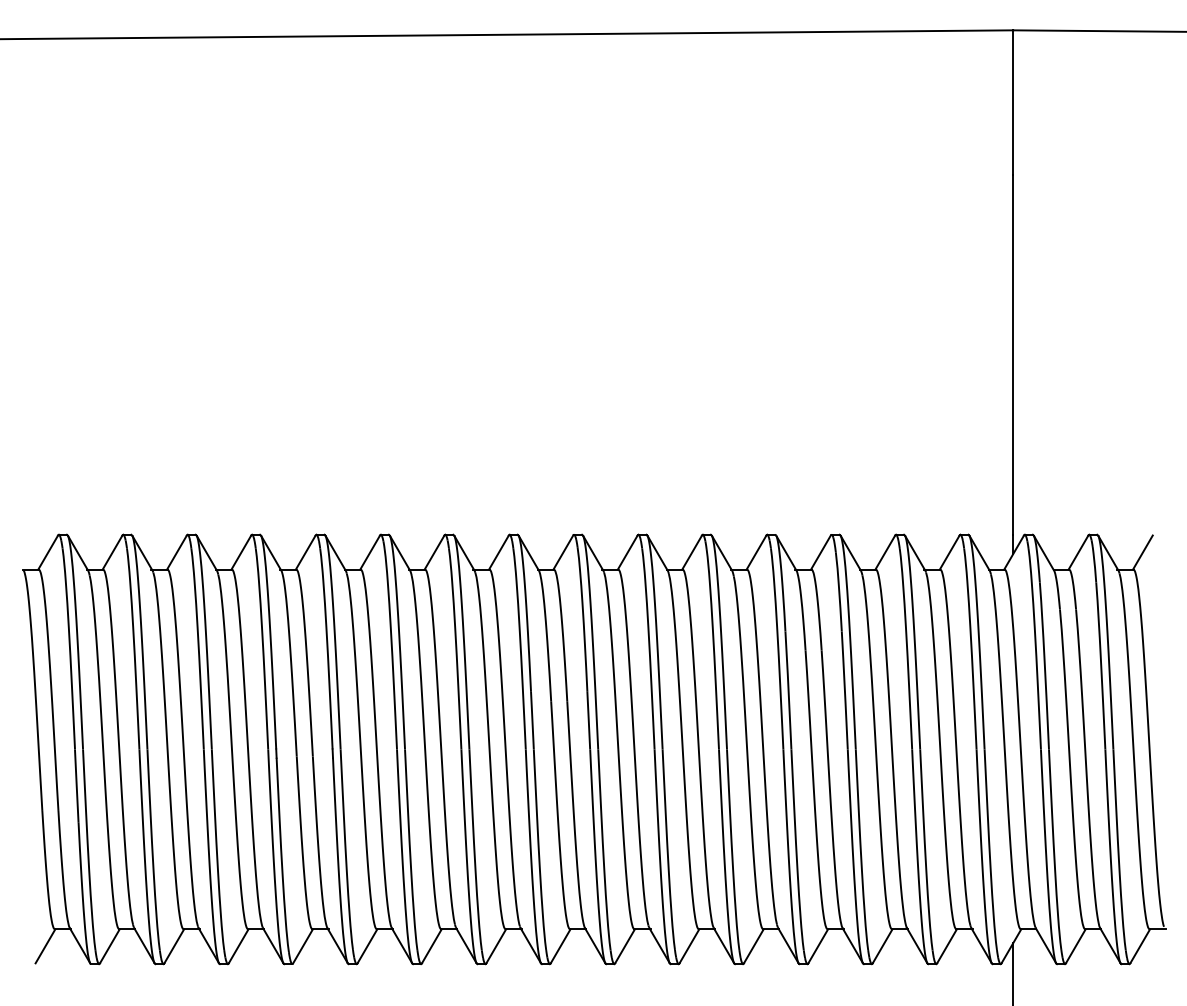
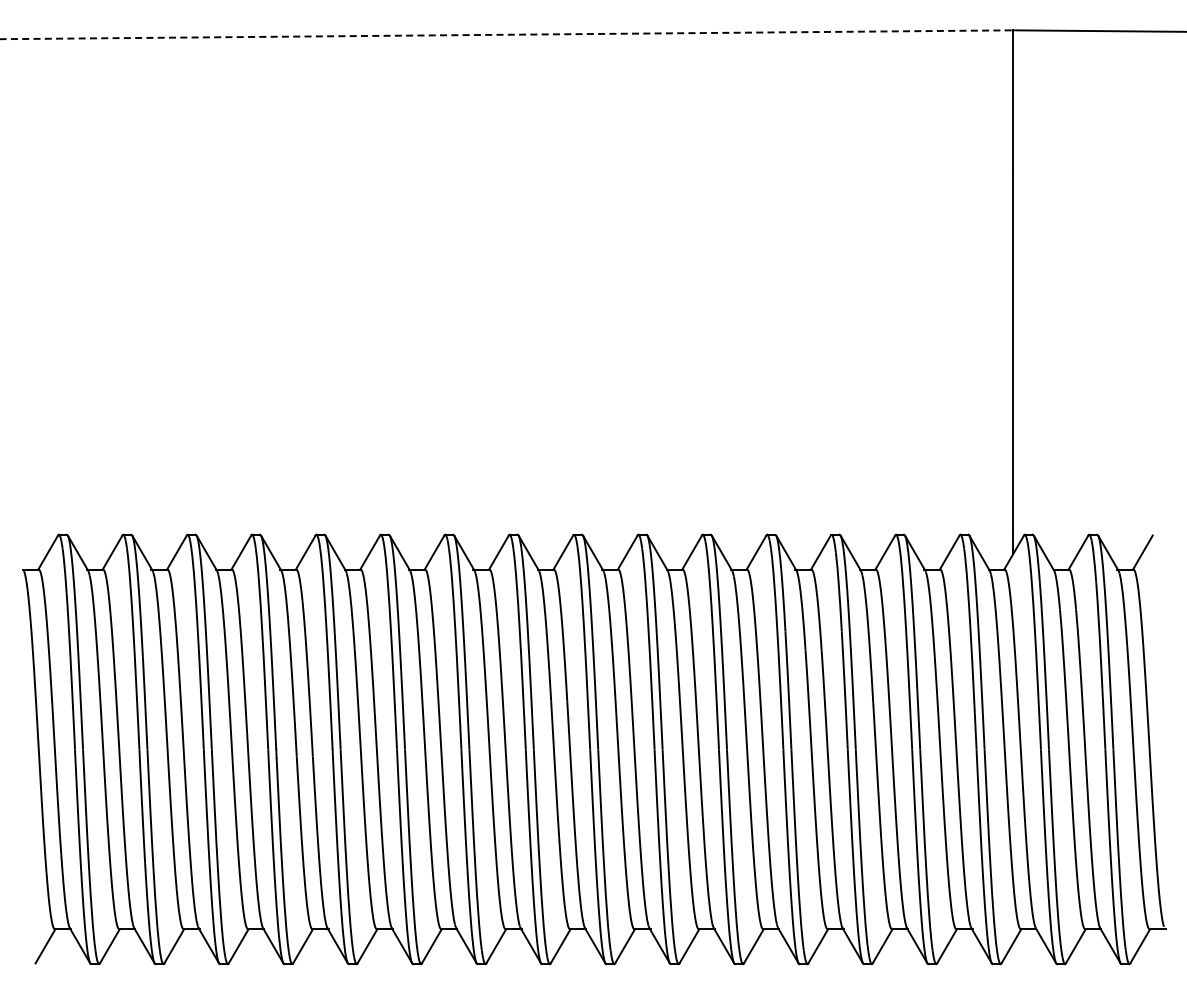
line at (507, 34): solid -> dashed
line at (1013, 972): present -> none
